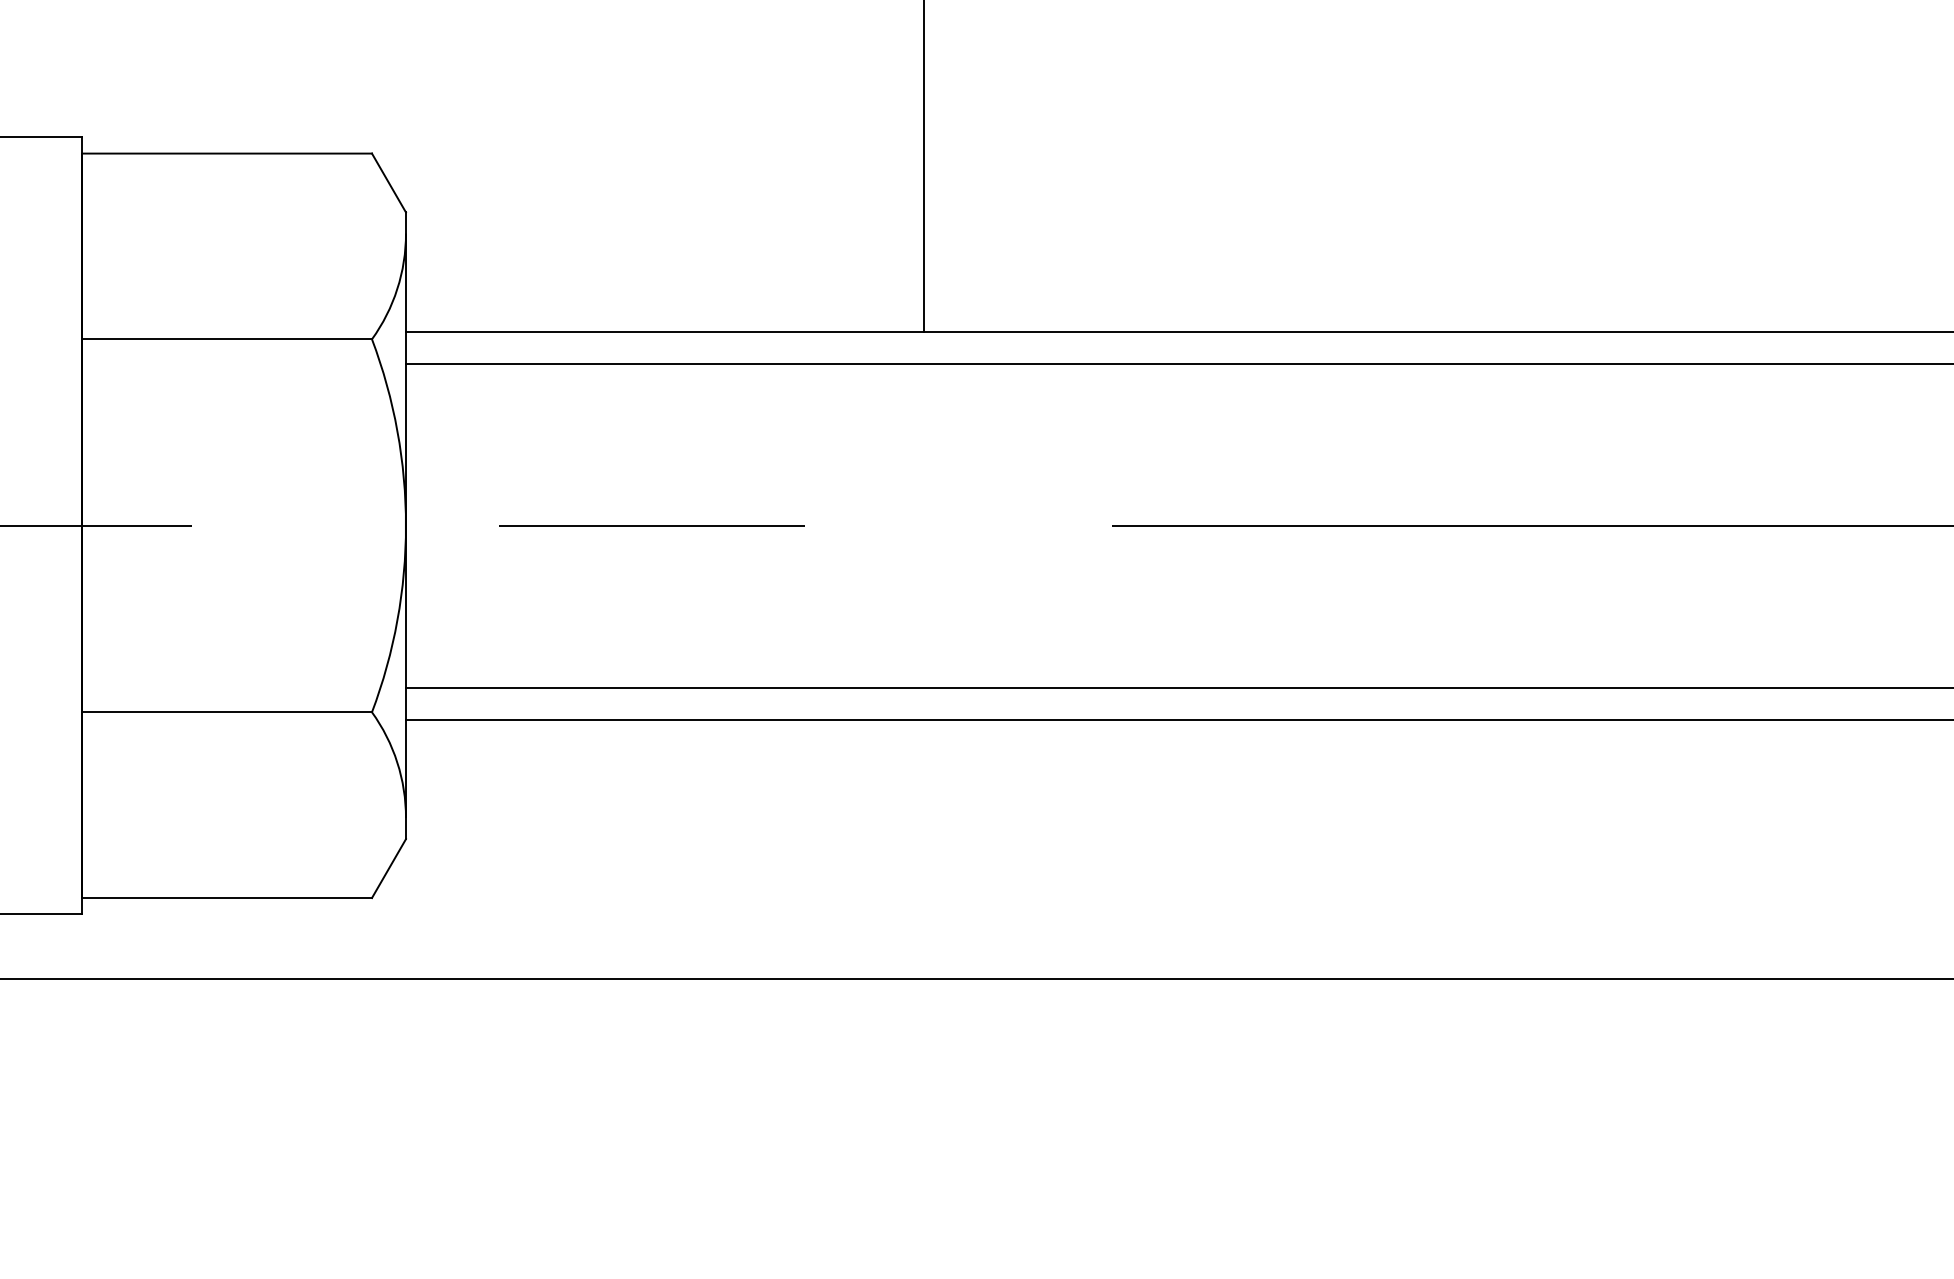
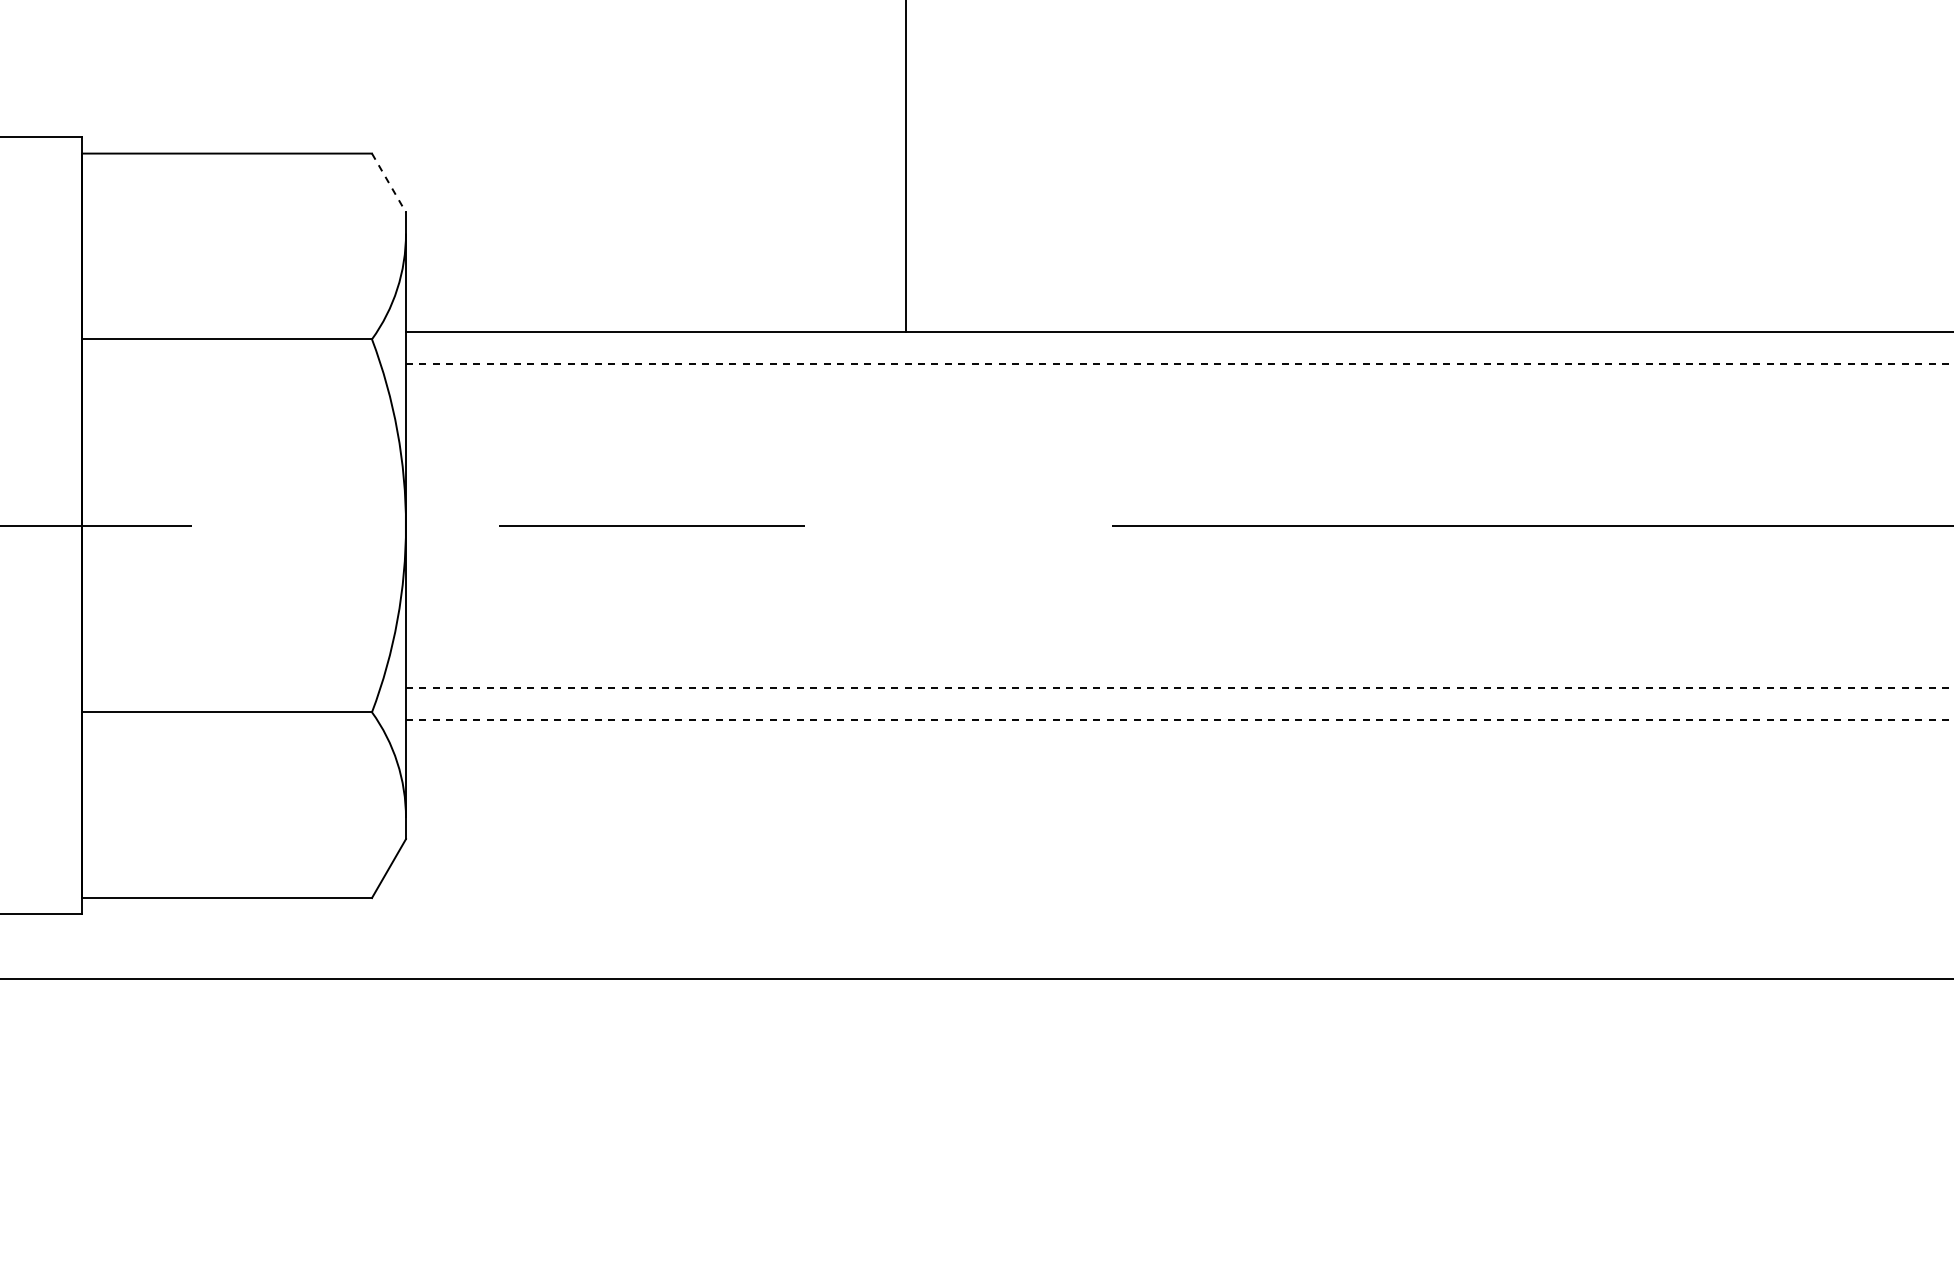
line at (923, 166) position: (923, 166) -> (905, 166)
line at (388, 183): solid -> dashed
line at (1179, 363): solid -> dashed
line at (1179, 687): solid -> dashed
line at (1179, 720): solid -> dashed
